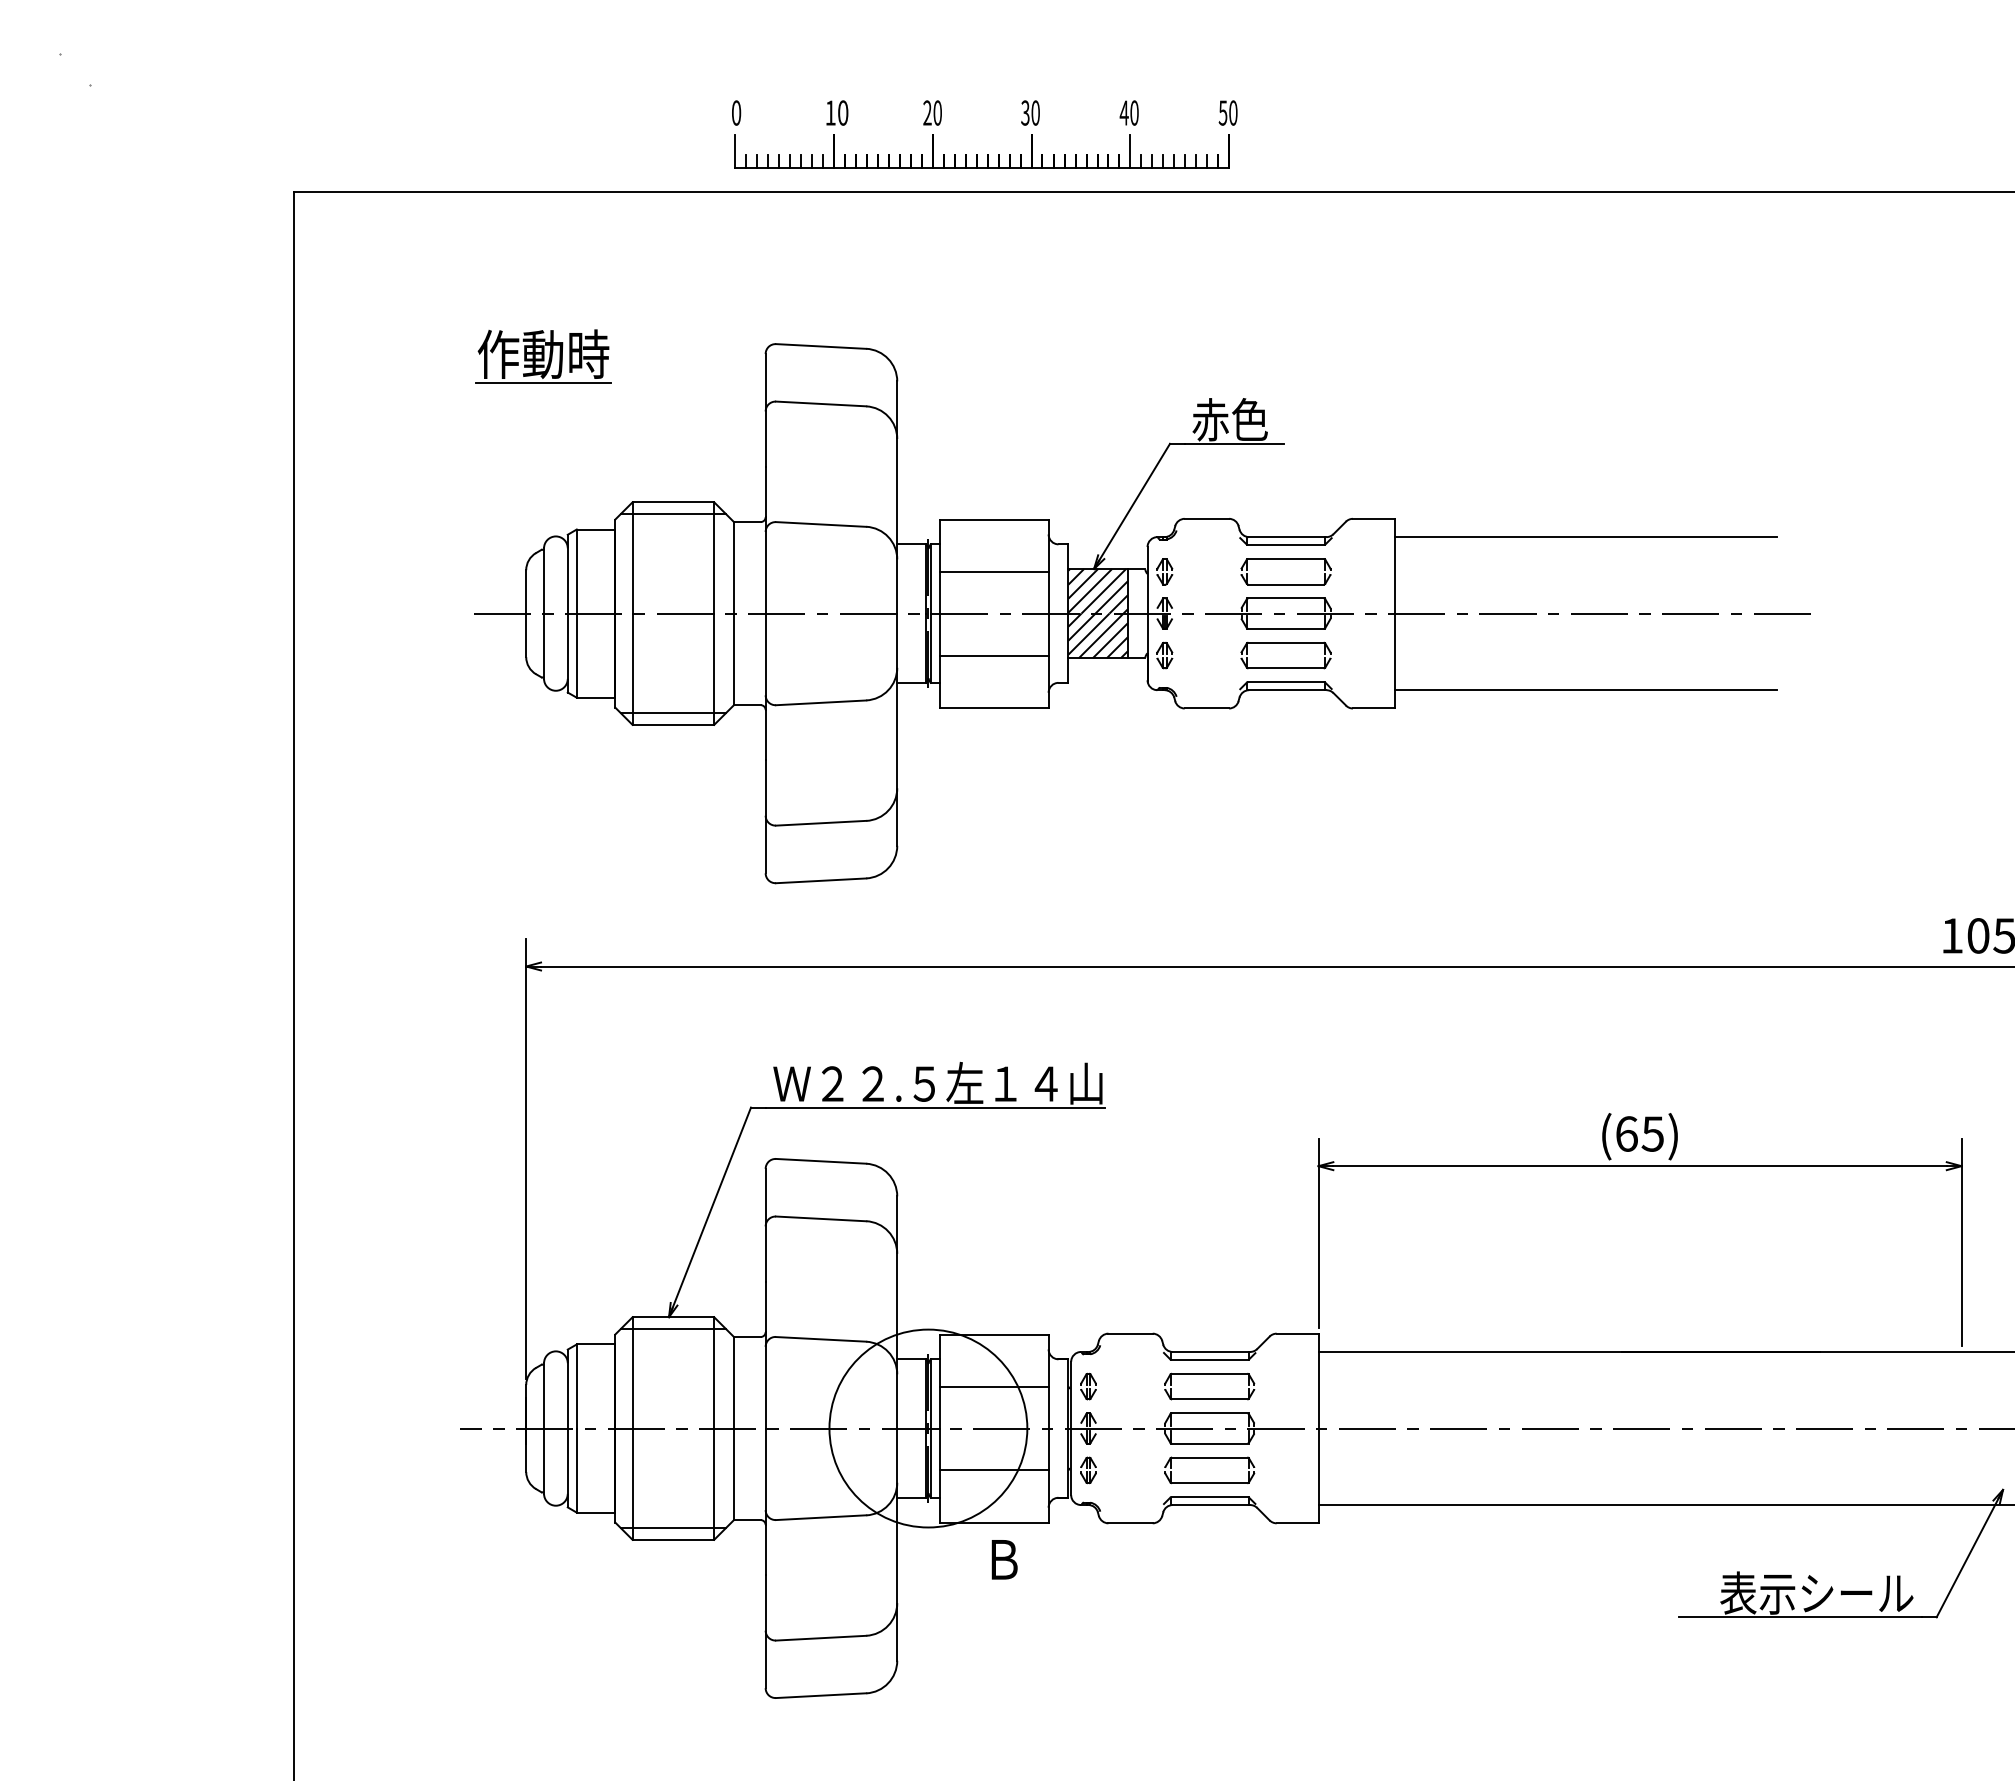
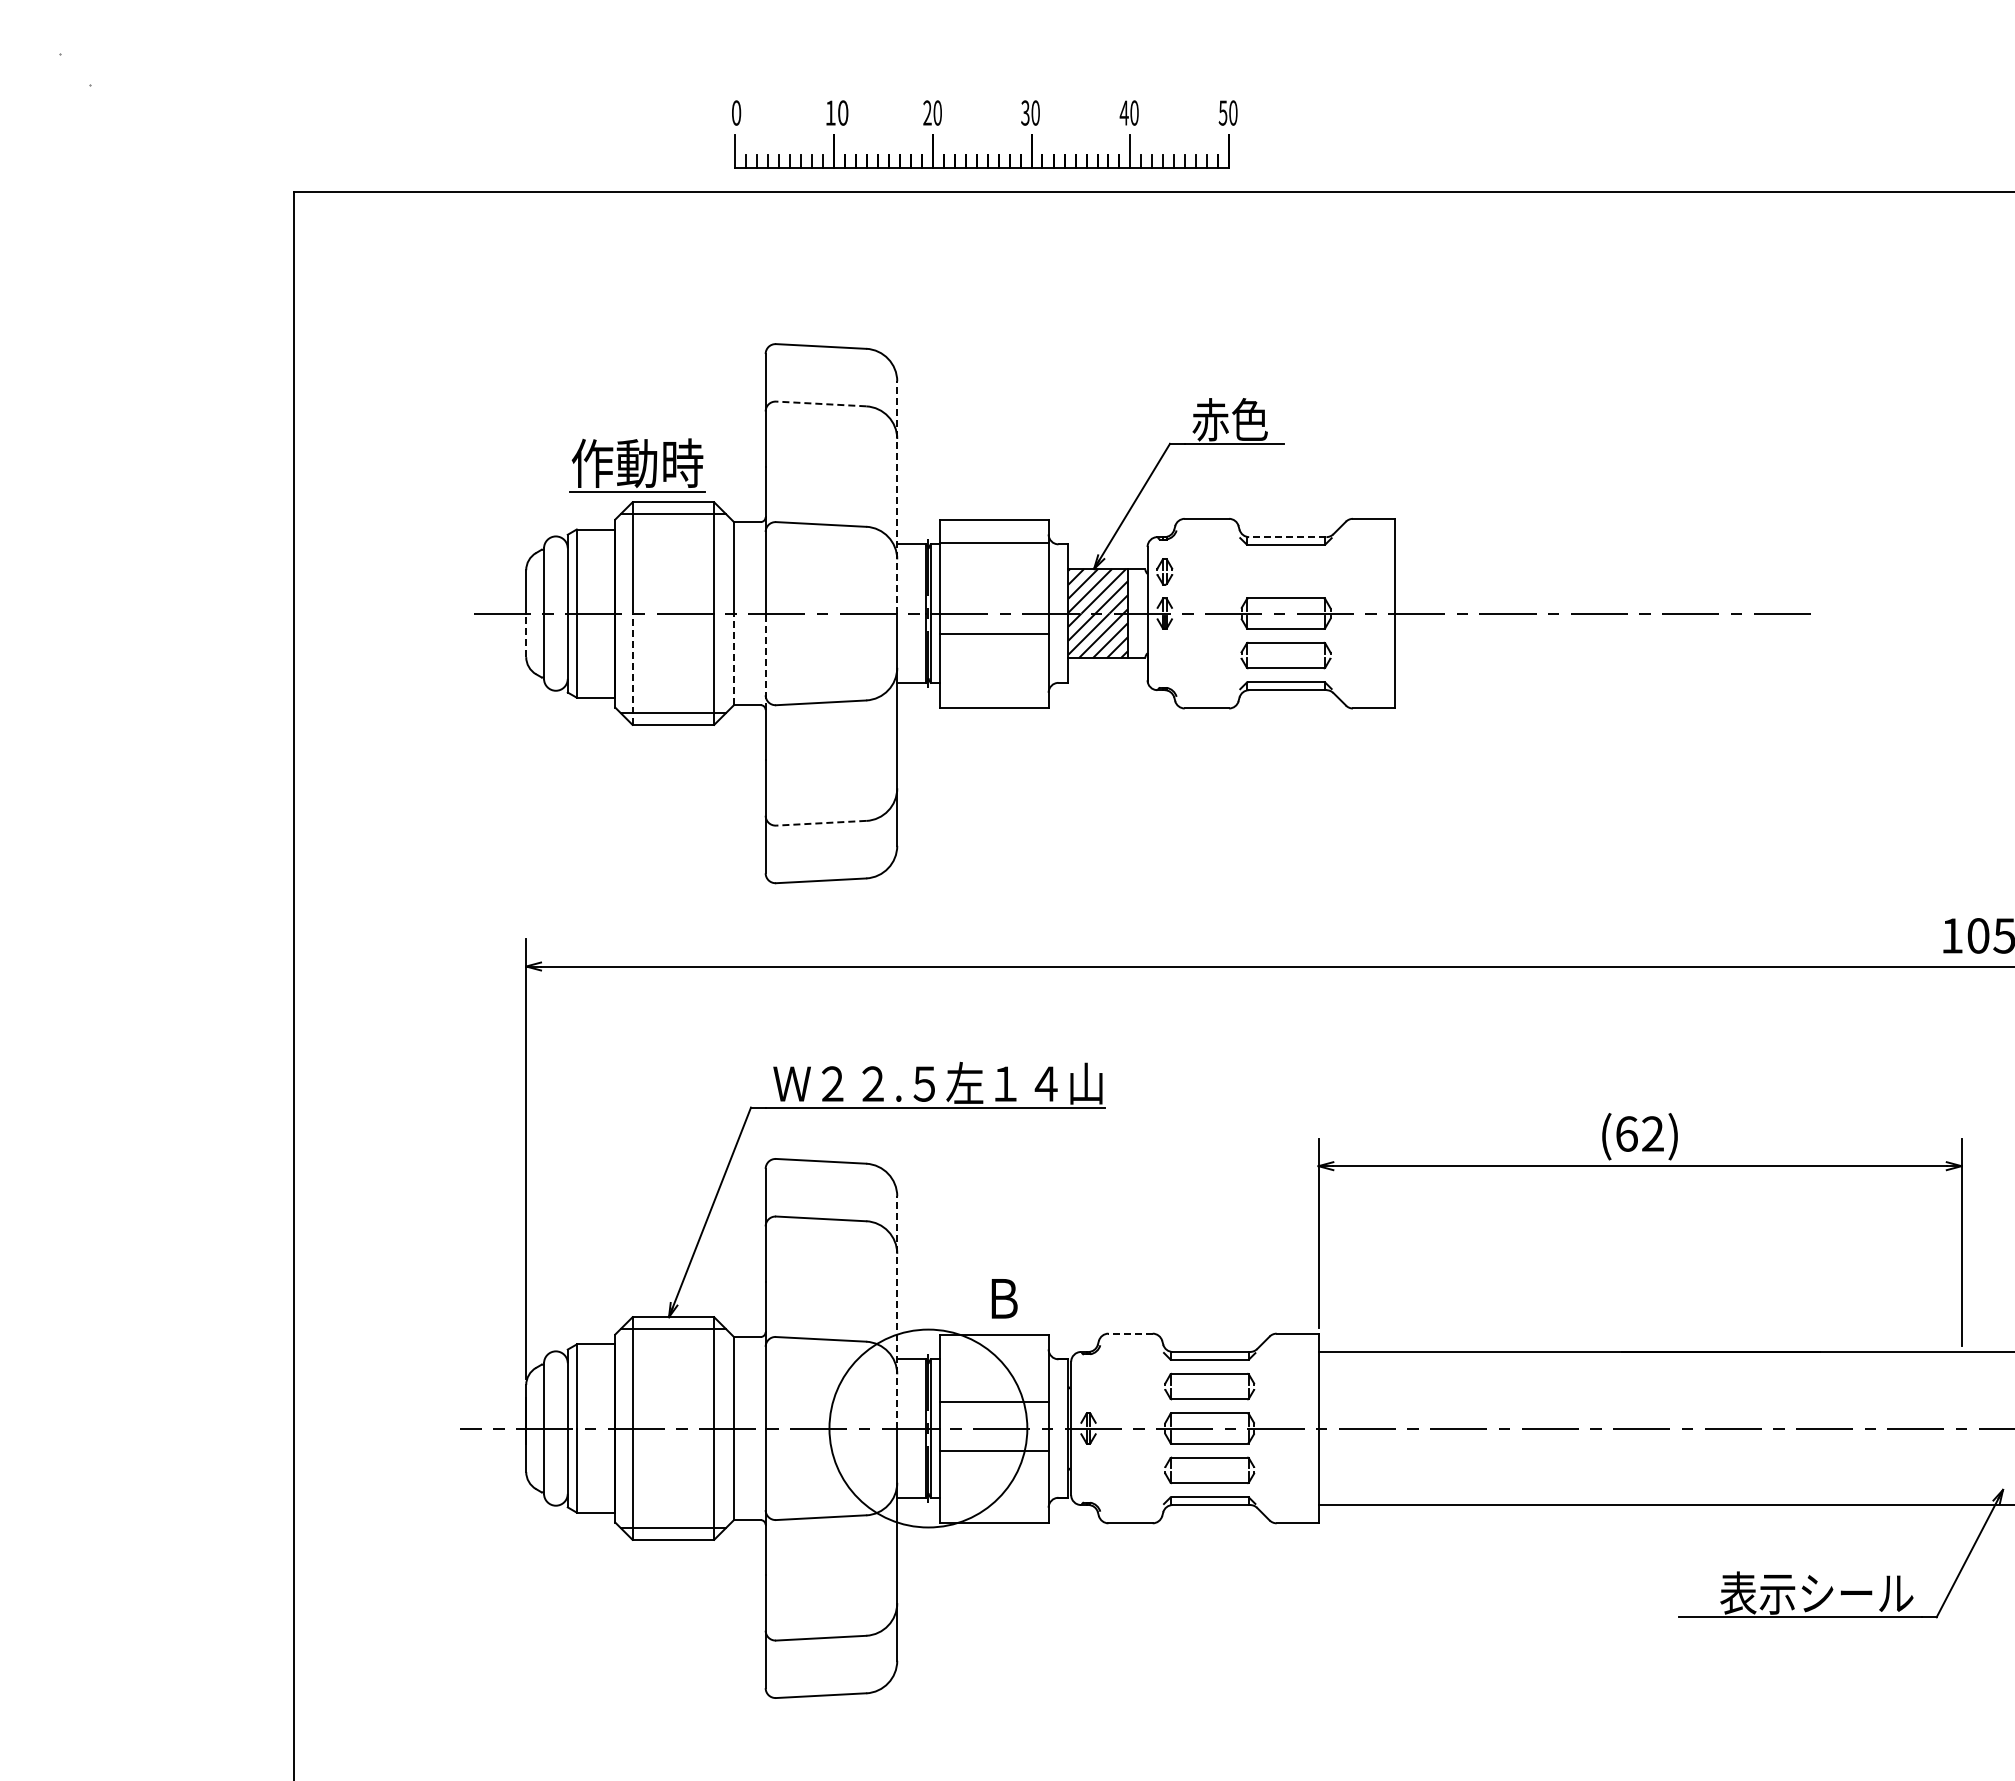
part at (543, 356) position: (543, 356) -> (637, 465)
line at (820, 403): solid -> dashed
line at (897, 497): solid -> dashed
line at (1585, 536): present -> none
line at (1287, 537): solid -> dashed
part at (1285, 559): present -> none
line at (993, 571) position: (993, 571) -> (993, 542)
line at (526, 635): solid -> dashed
line at (993, 655) position: (993, 655) -> (993, 633)
part at (1164, 655): present -> none
line at (734, 659): solid -> dashed
line at (765, 661): solid -> dashed
line at (632, 669): solid -> dashed
line at (1585, 690): present -> none
line at (820, 823): solid -> dashed
text at (1652, 1133): (65) -> (62)
line at (897, 1311): solid -> dashed
line at (1130, 1333): solid -> dashed
line at (993, 1386) position: (993, 1386) -> (993, 1401)
part at (1088, 1386): present -> none
line at (993, 1470) position: (993, 1470) -> (993, 1451)
part at (1088, 1470): present -> none
text at (1004, 1559) position: (1004, 1559) -> (1004, 1298)
